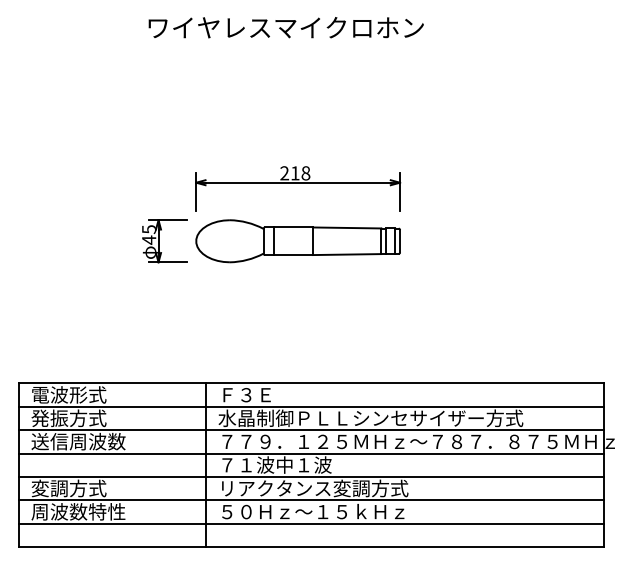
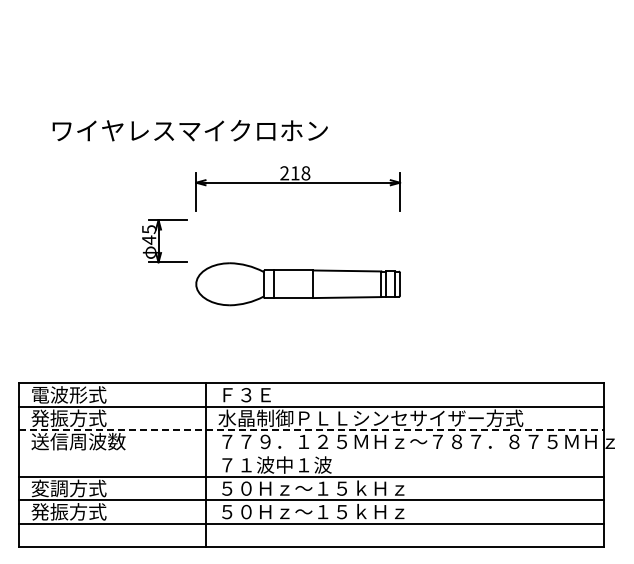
text at (285, 27) position: (285, 27) -> (189, 130)
part at (297, 241) position: (297, 241) -> (297, 284)
line at (311, 430): solid -> dashed
line at (311, 453): present -> none
text at (315, 488): リアクタンス変調方式 -> ５０Ｈｚ～１５ｋＨｚ
text at (78, 511): 周波数特性 -> 発振方式
